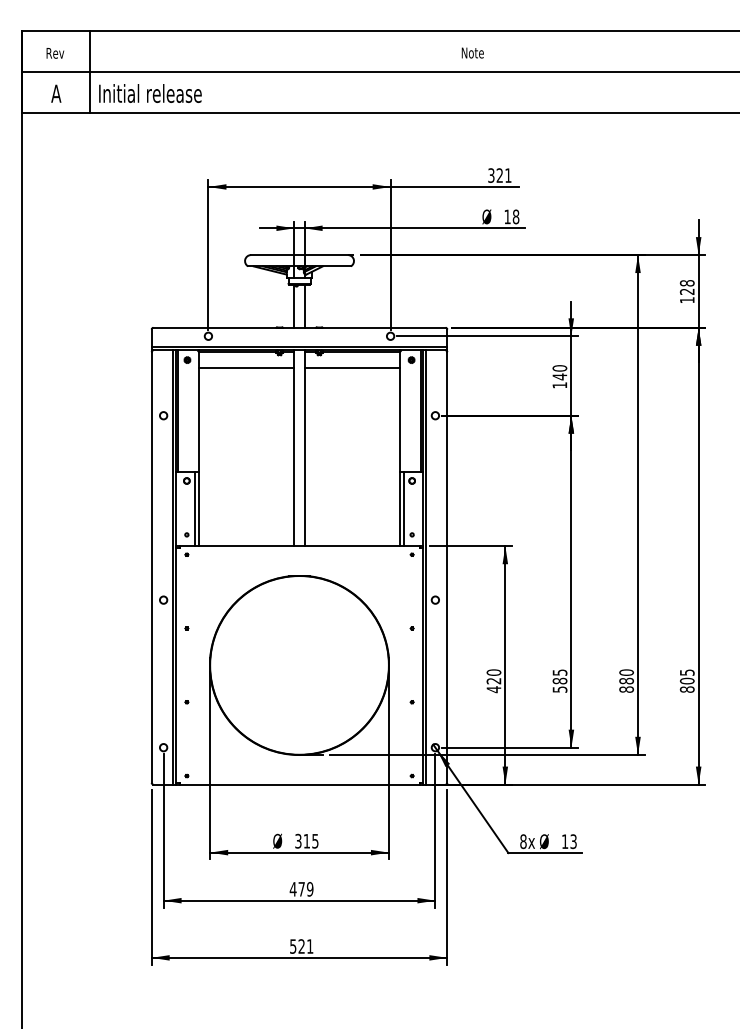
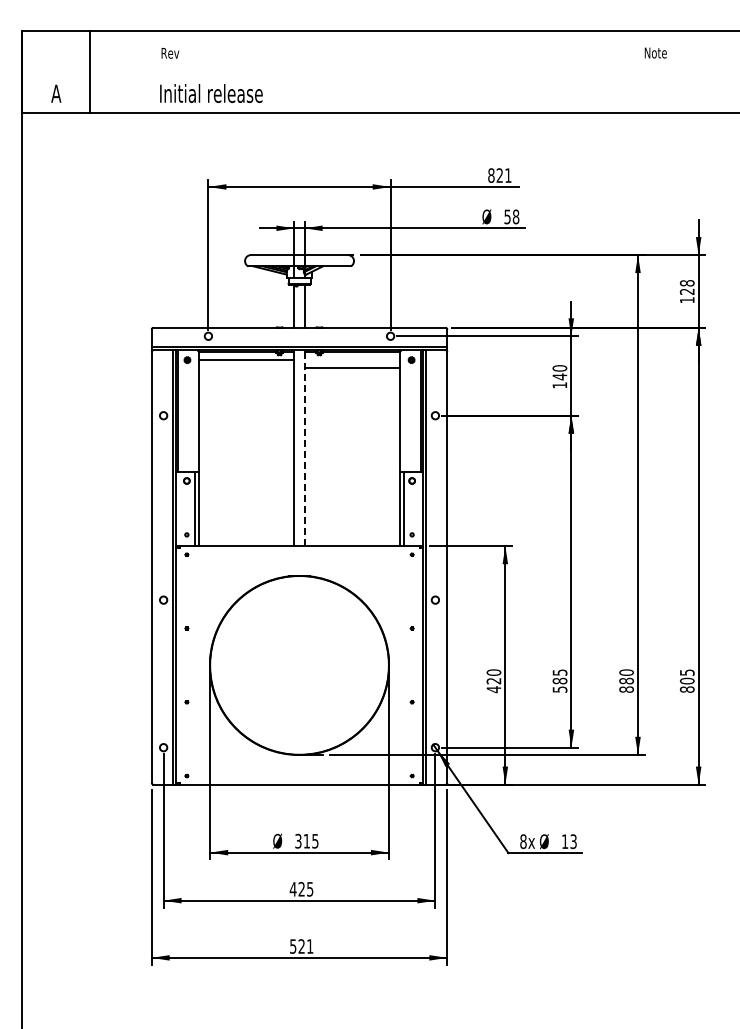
text at (472, 52) position: (472, 52) -> (655, 52)
text at (55, 53) position: (55, 53) -> (170, 53)
line at (379, 71): present -> none
text at (150, 93) position: (150, 93) -> (211, 93)
text at (491, 175): 321 -> 821
text at (507, 216): 18 -> 58
line at (246, 367) position: (246, 367) -> (246, 359)
line at (304, 448): solid -> dashed
text at (305, 888): 479 -> 425
